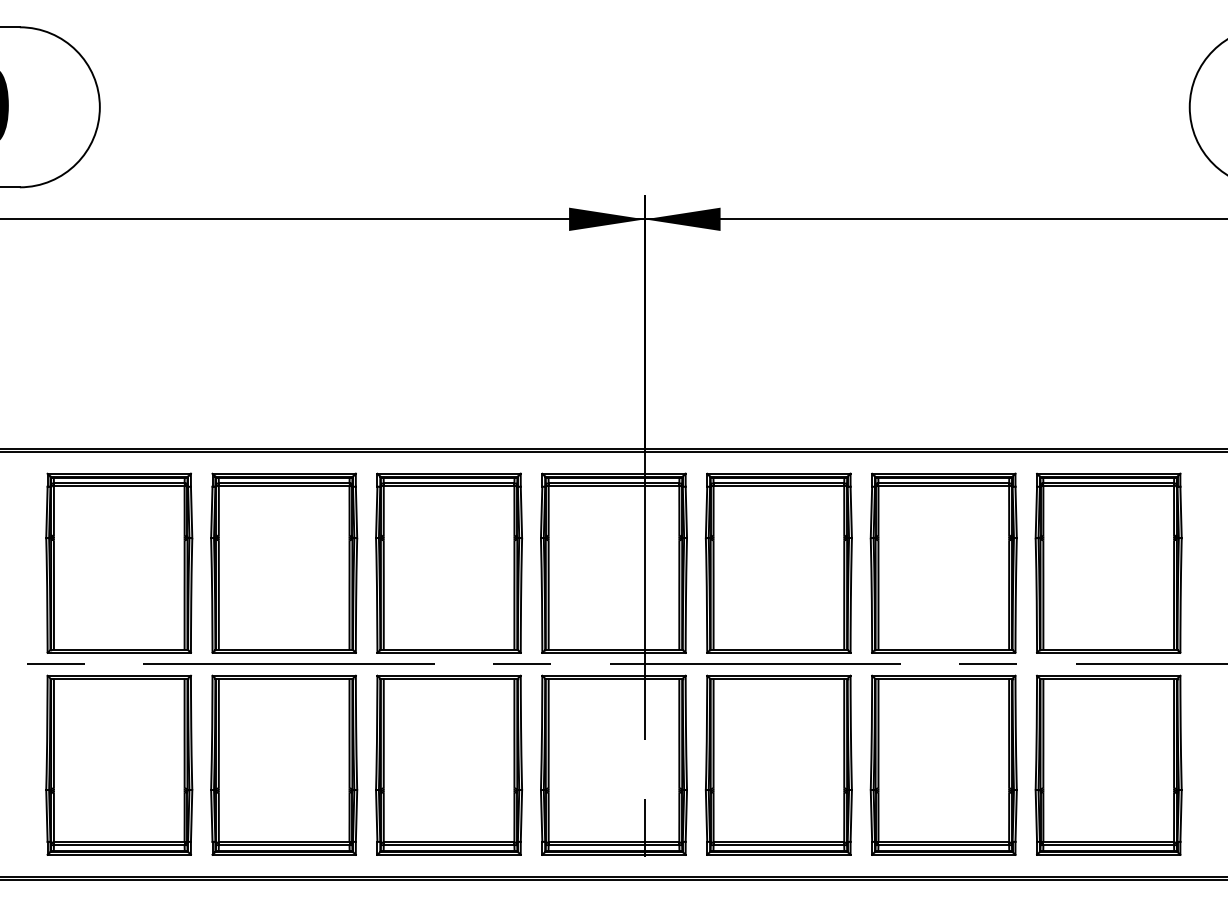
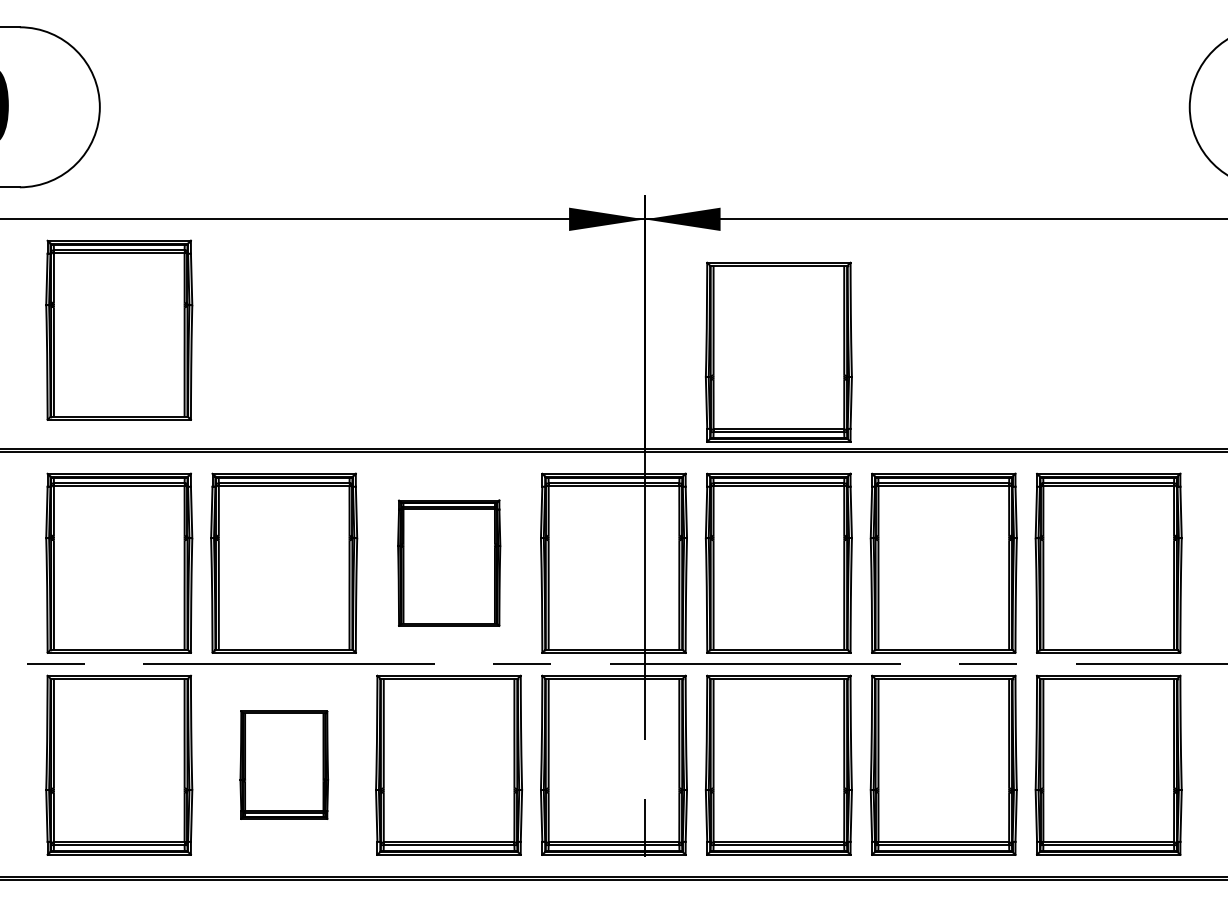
part at (119, 329): none -> present
part at (778, 351): none -> present
part at (449, 562) size: 149x182 px -> 105x128 px
part at (284, 764) size: 149x182 px -> 91x110 px
